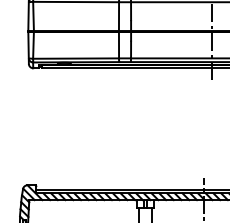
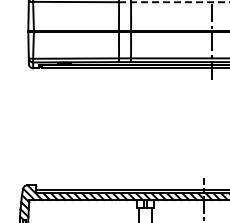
line at (174, 2): solid -> dashed
